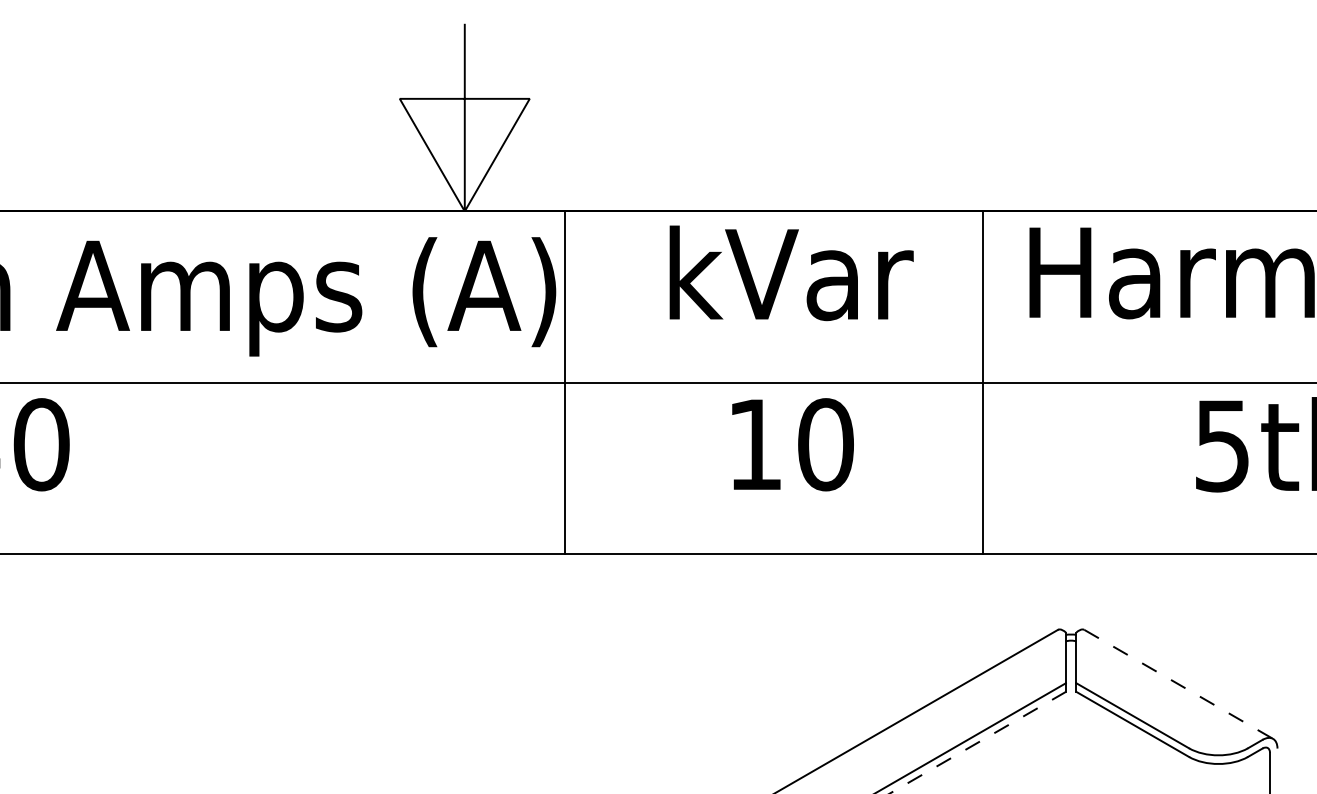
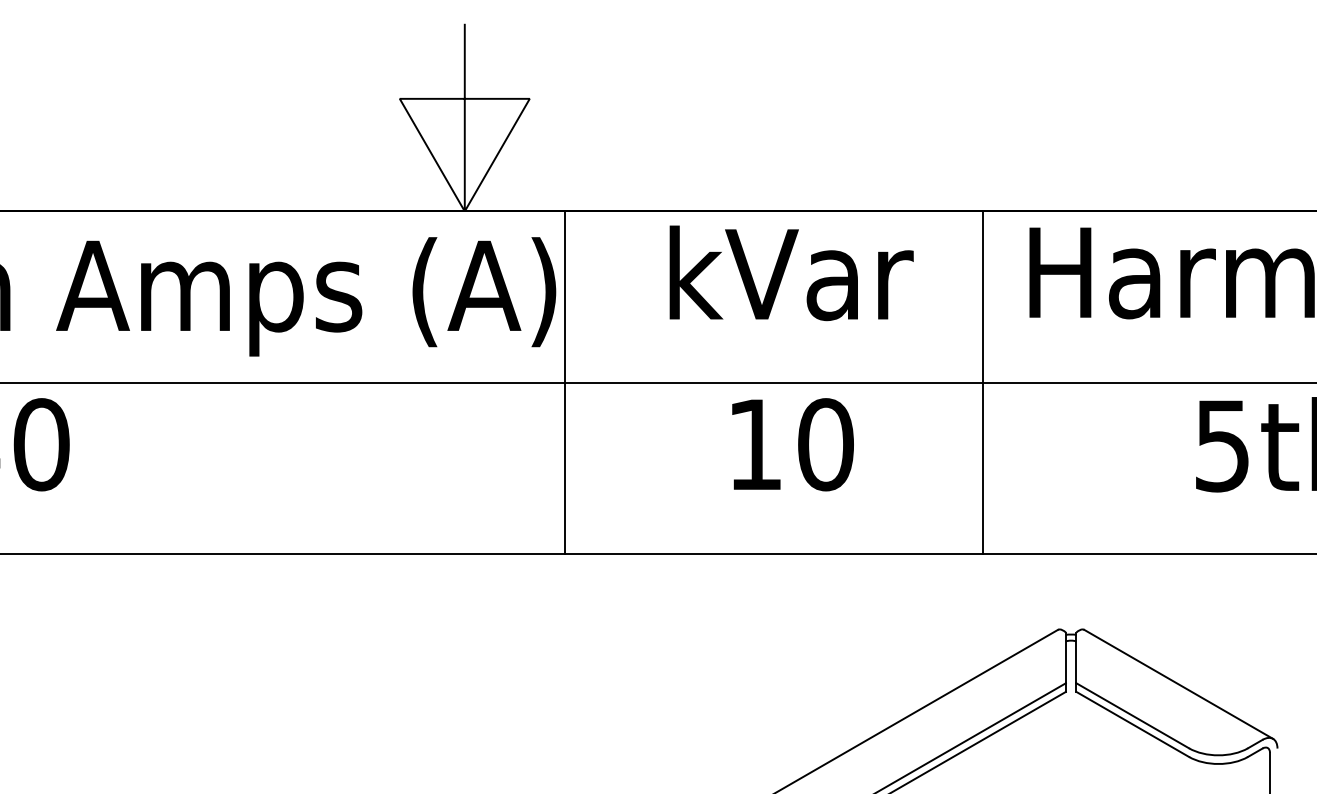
line at (1178, 684): dashed -> solid
line at (977, 742): dashed -> solid
